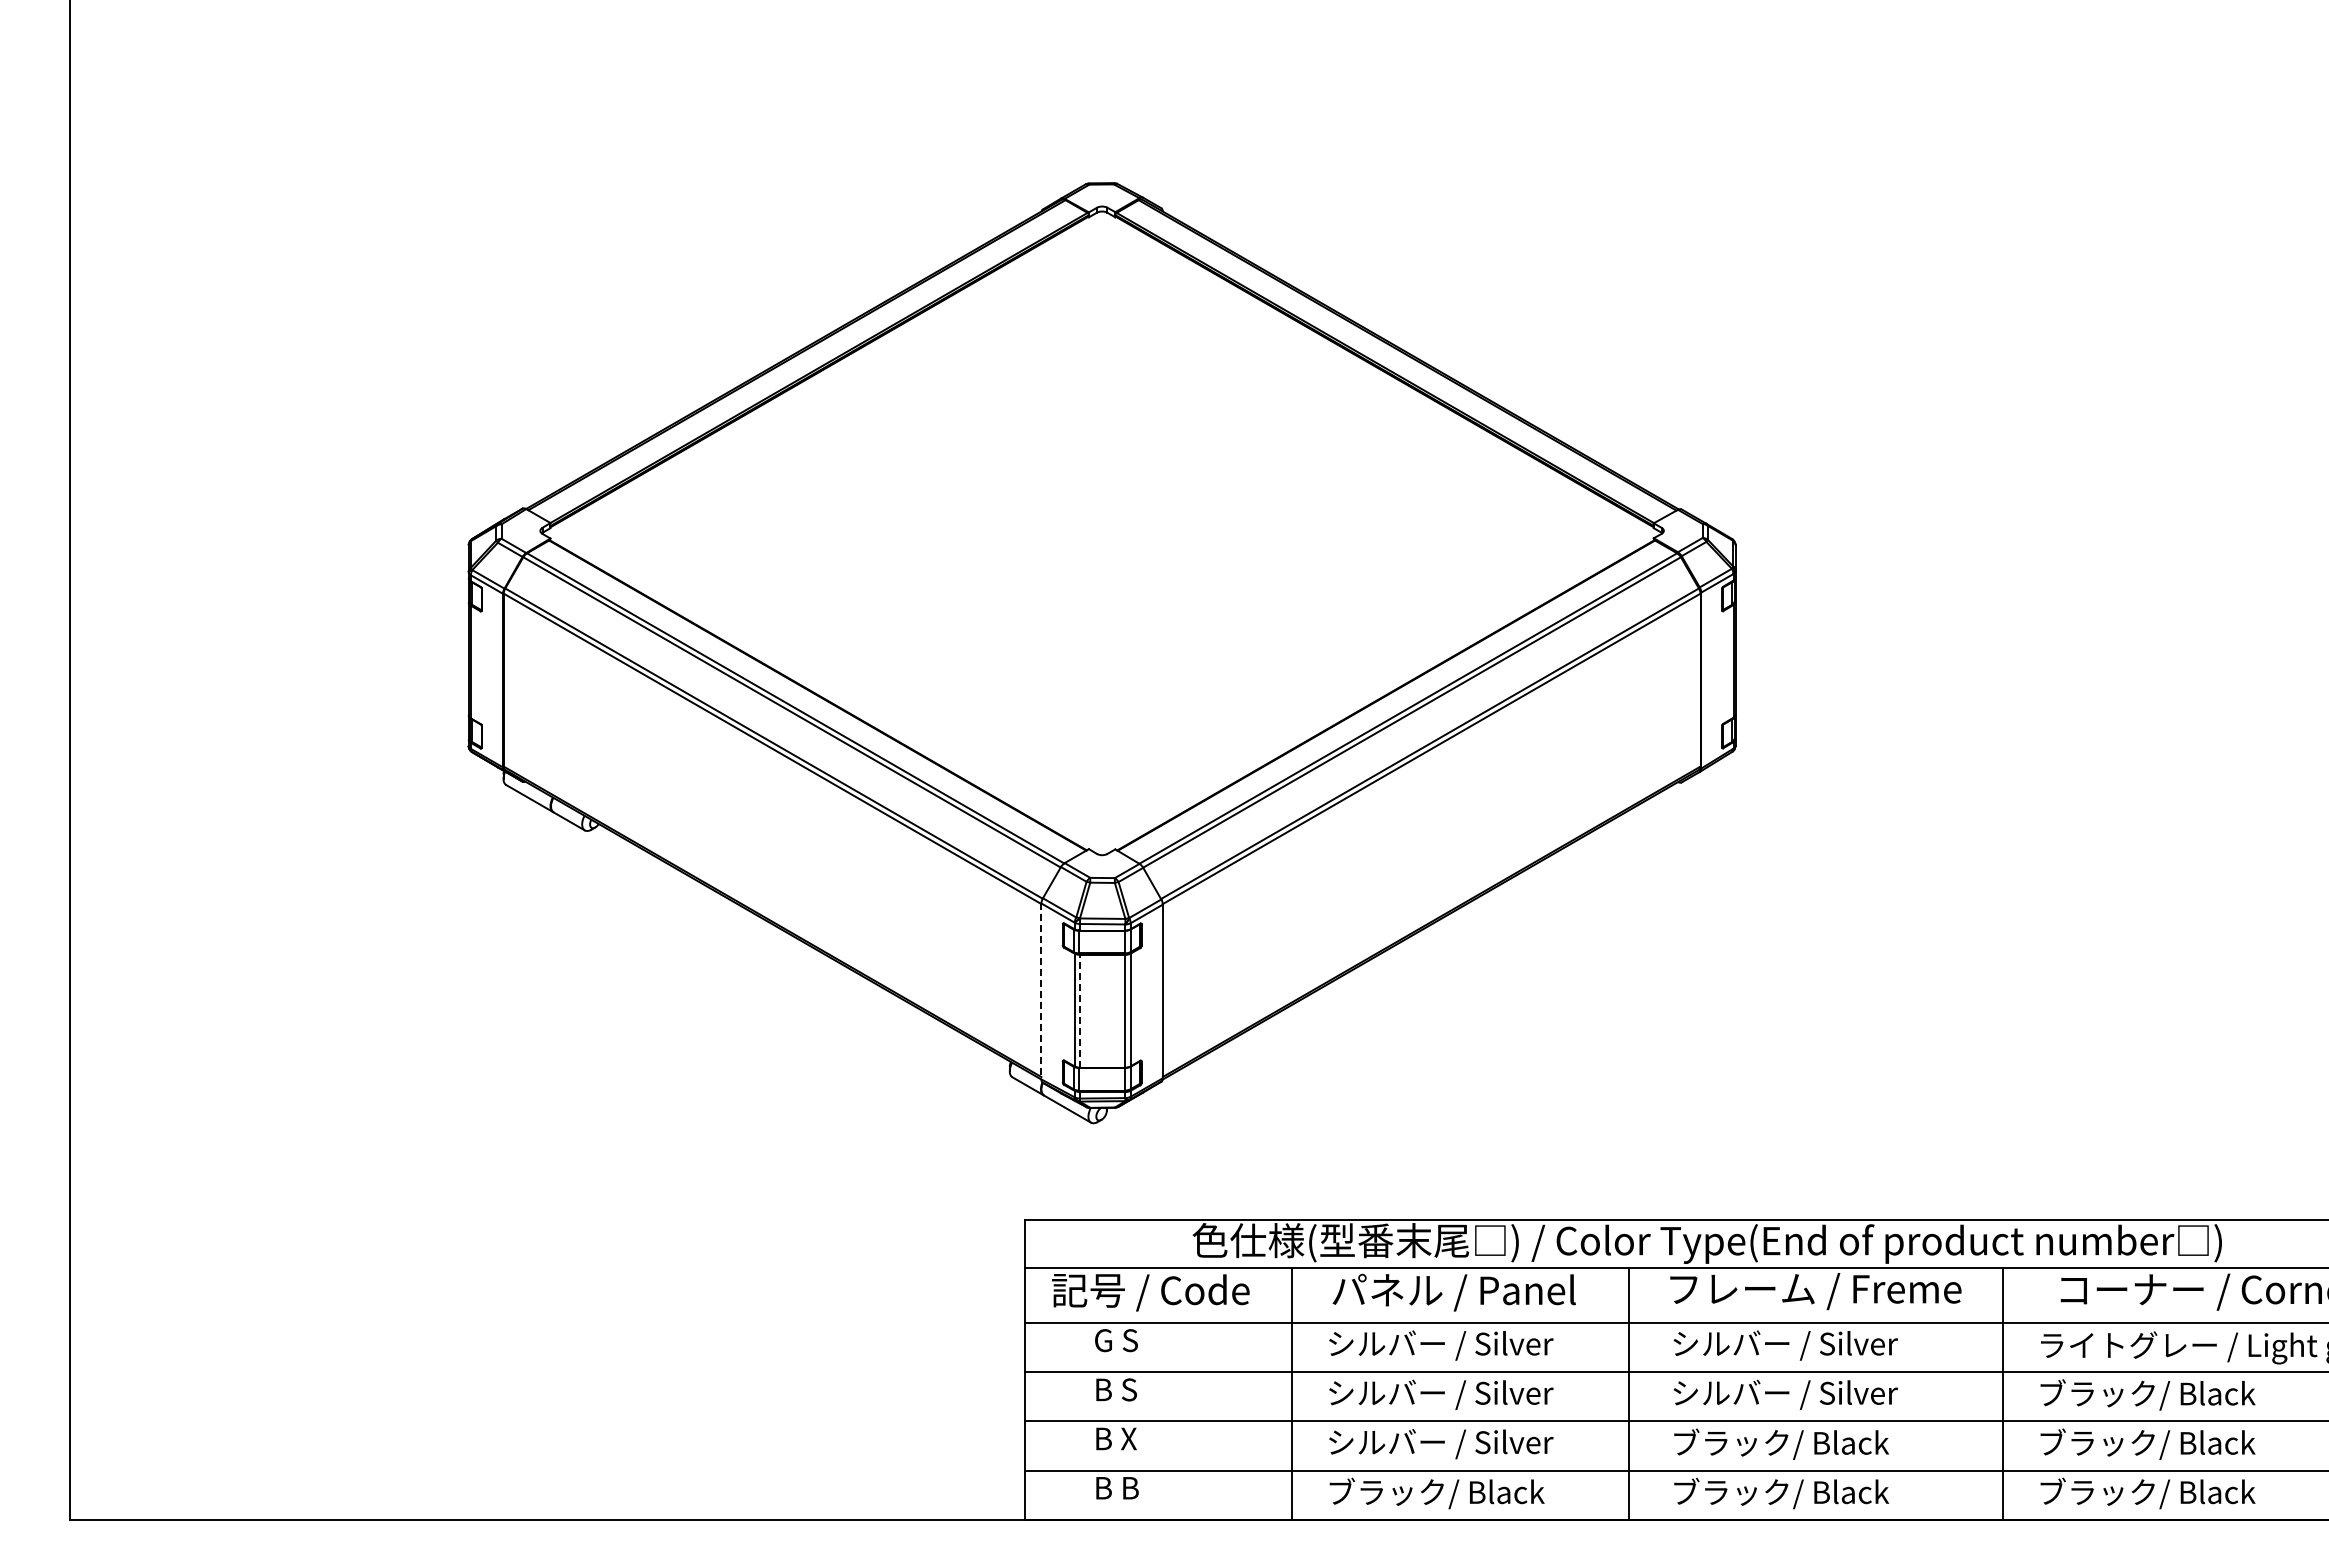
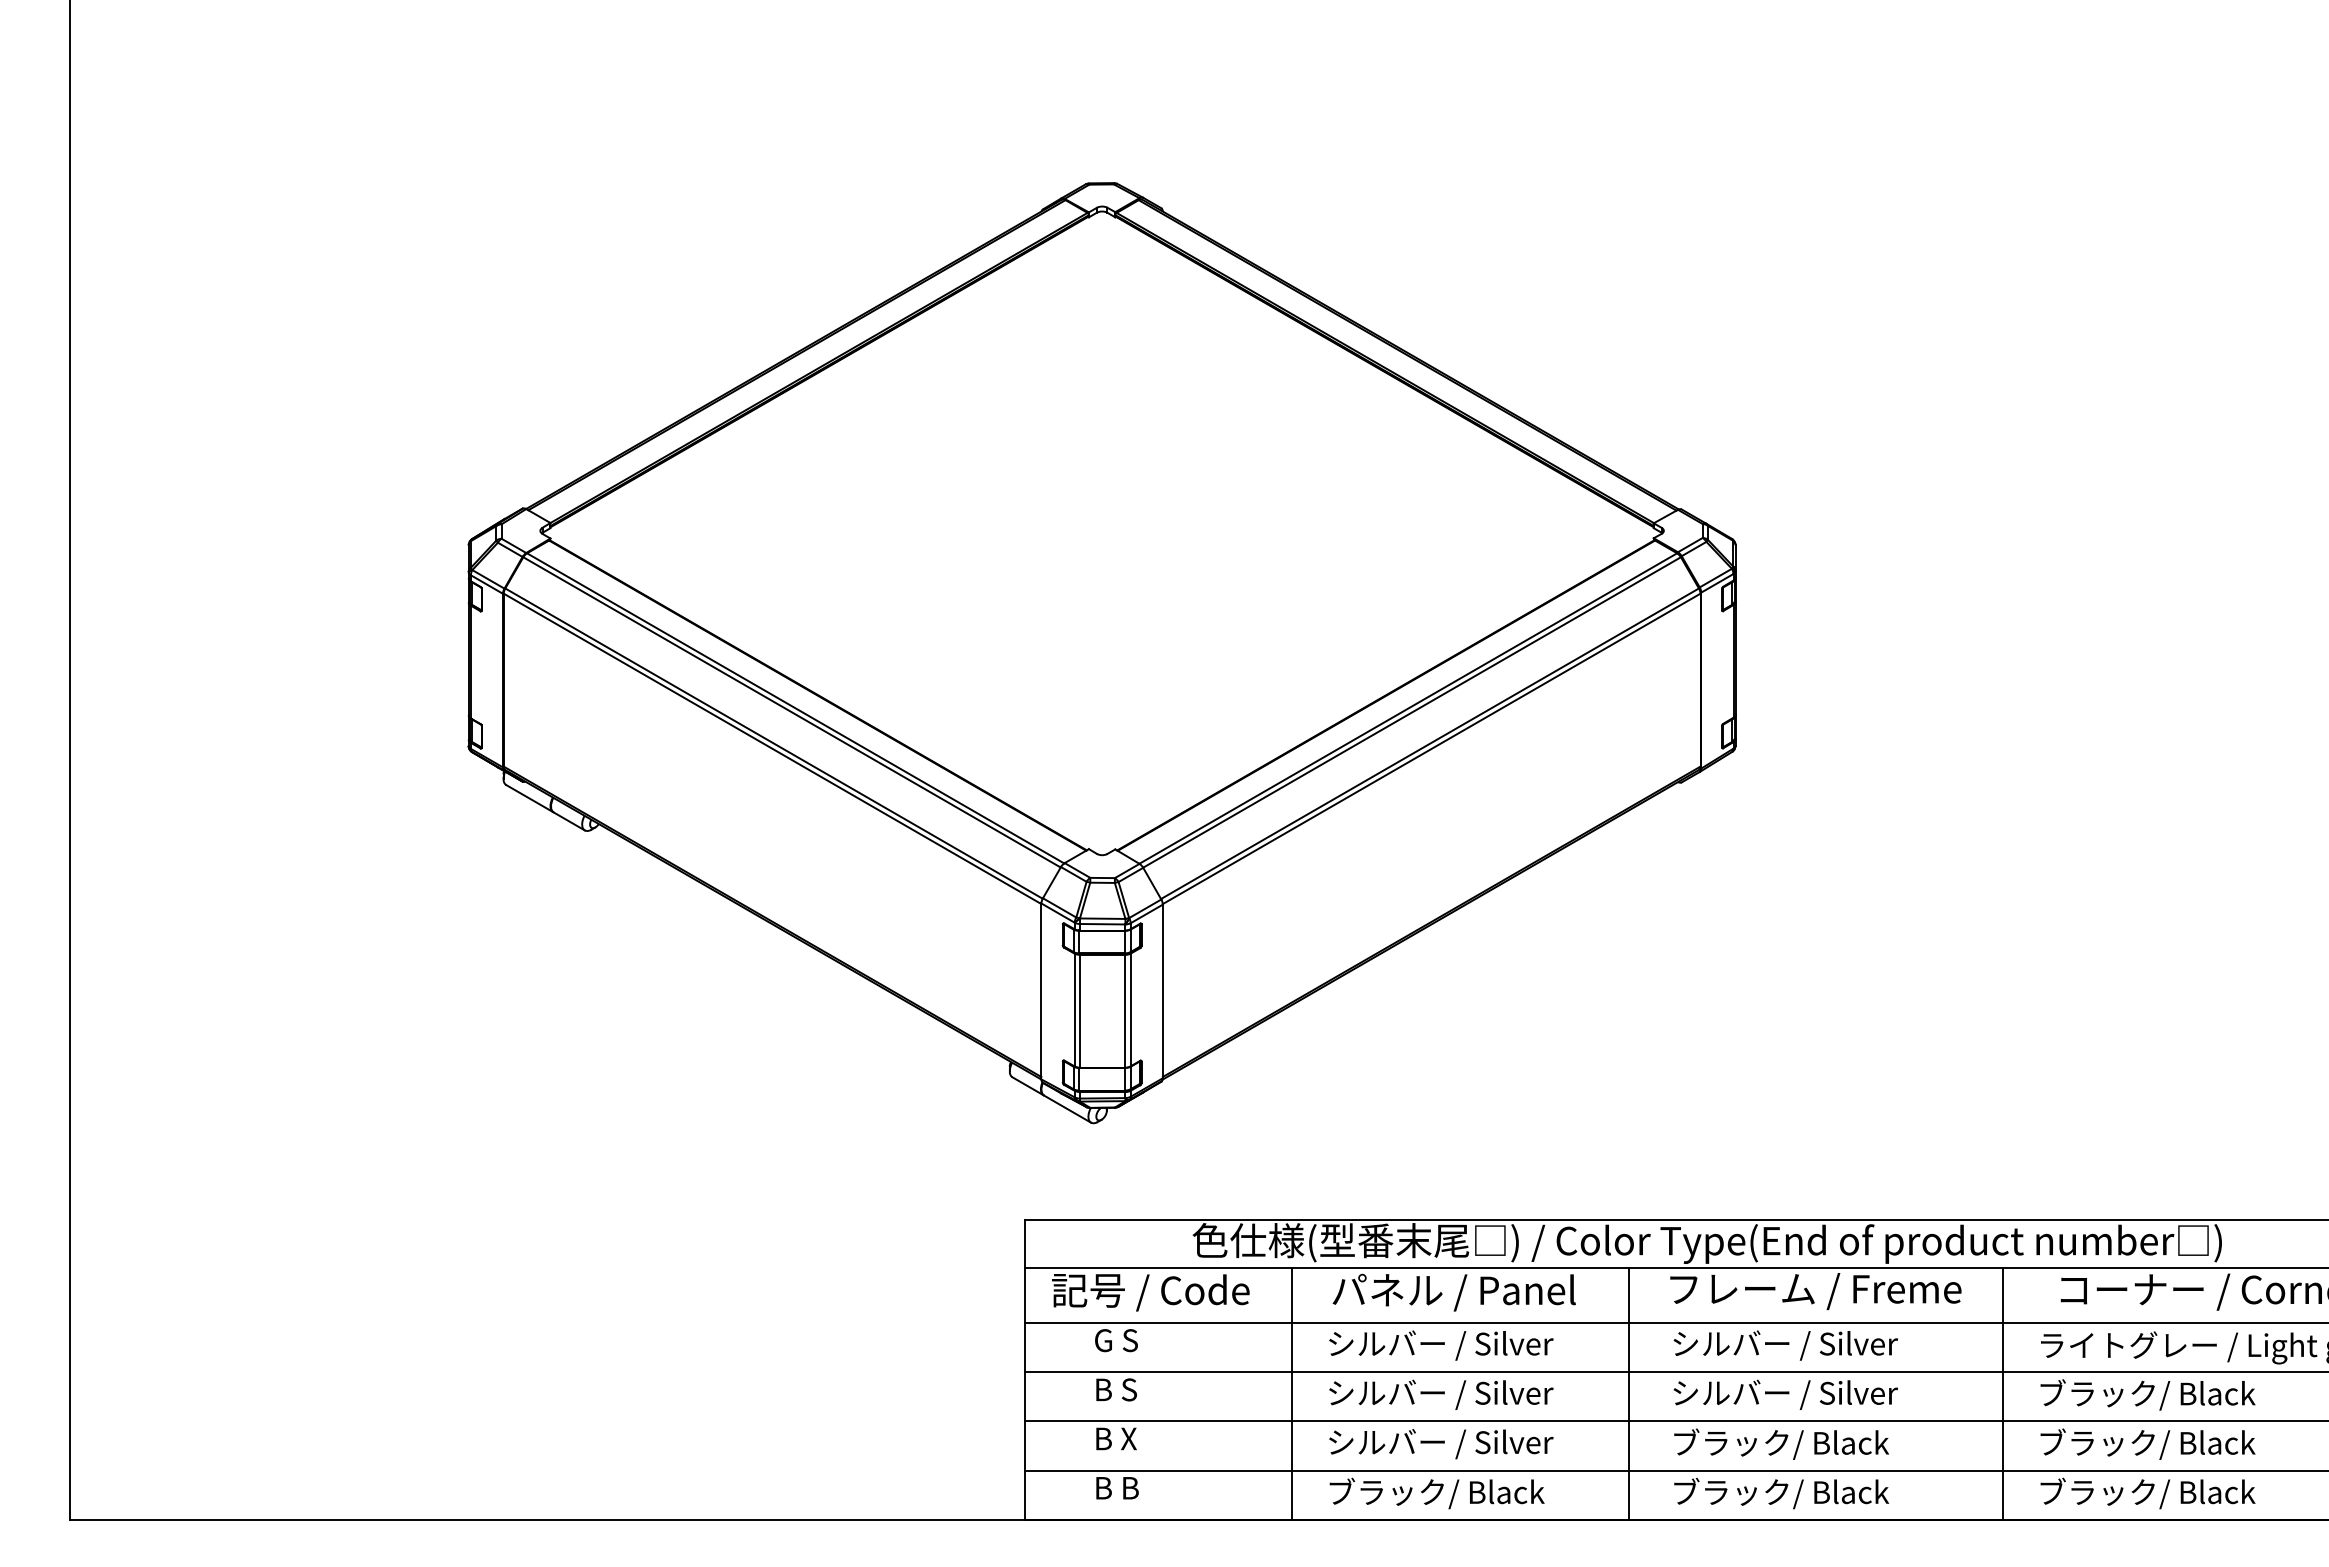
line at (1041, 991): dashed -> solid
line at (1079, 1010): dashed -> solid
